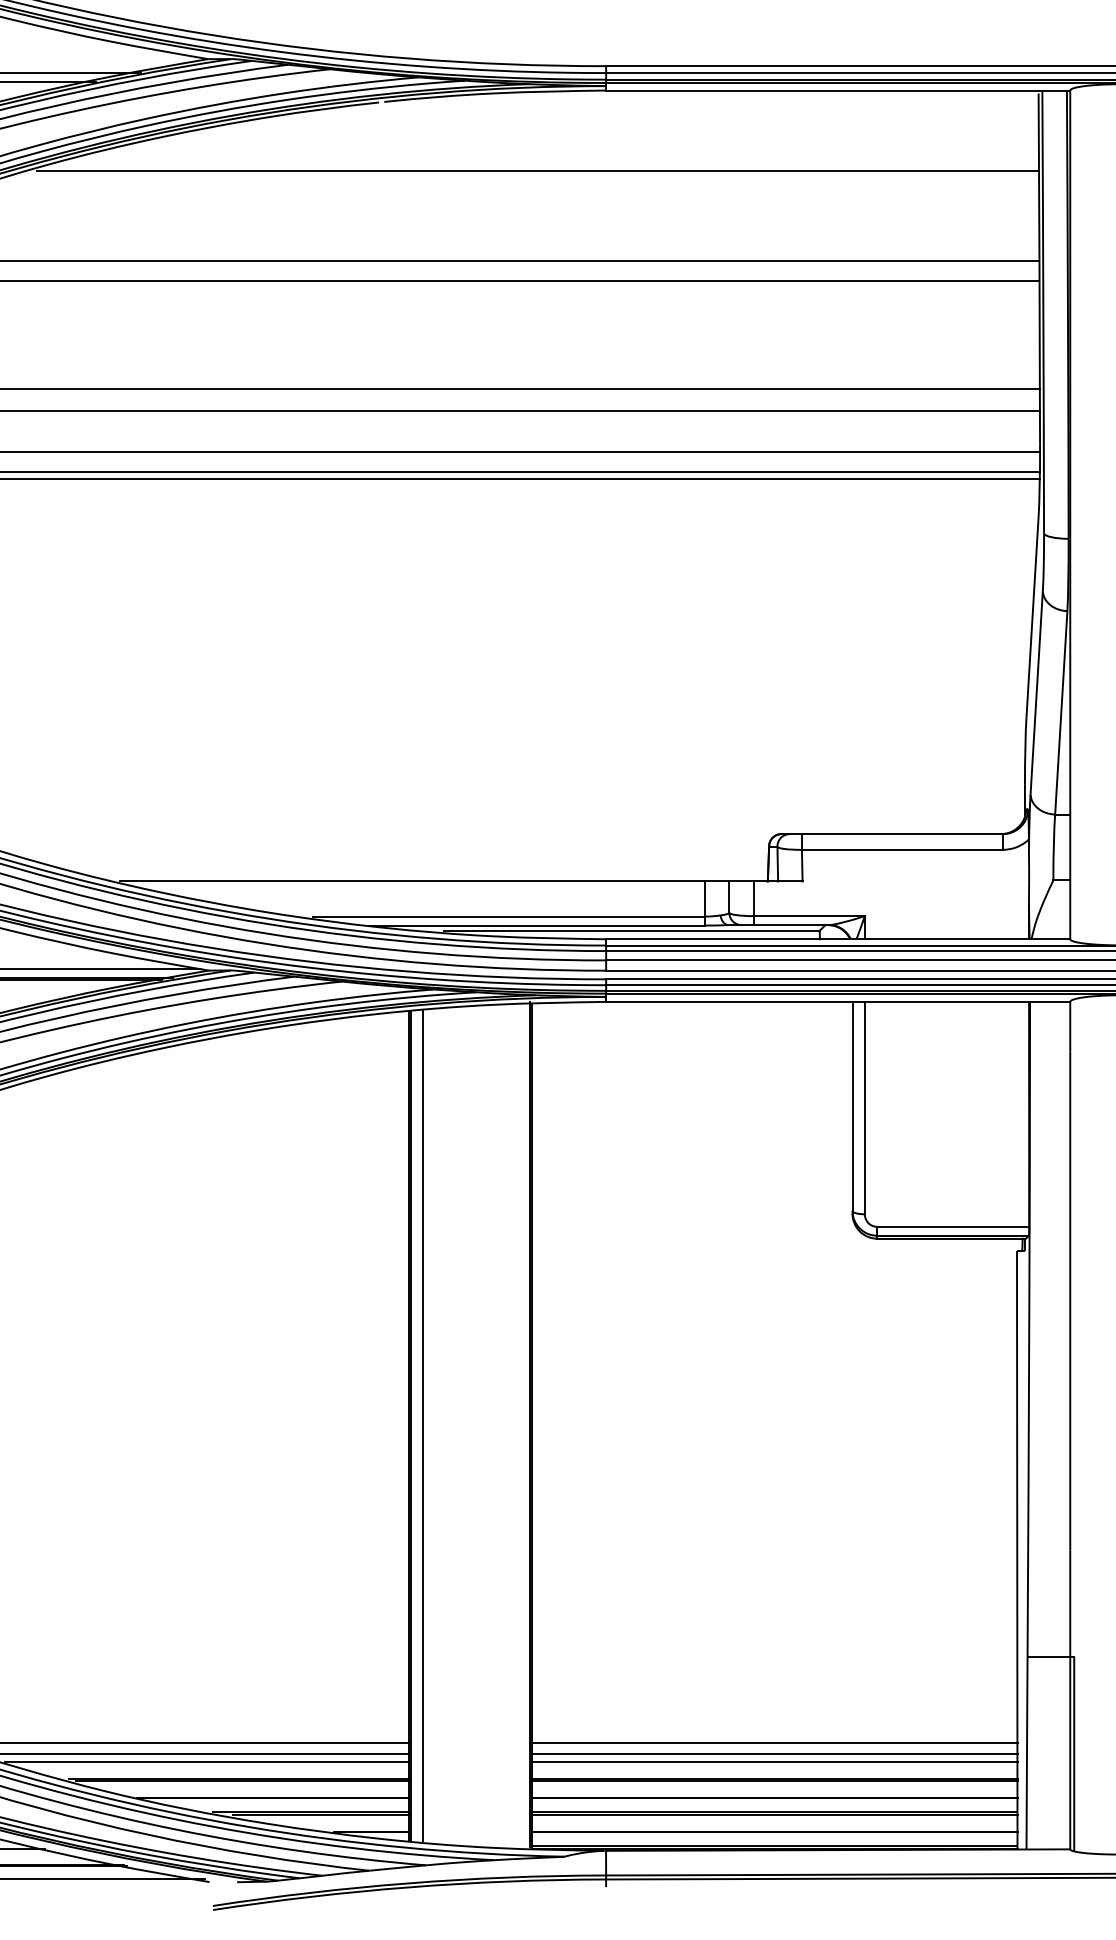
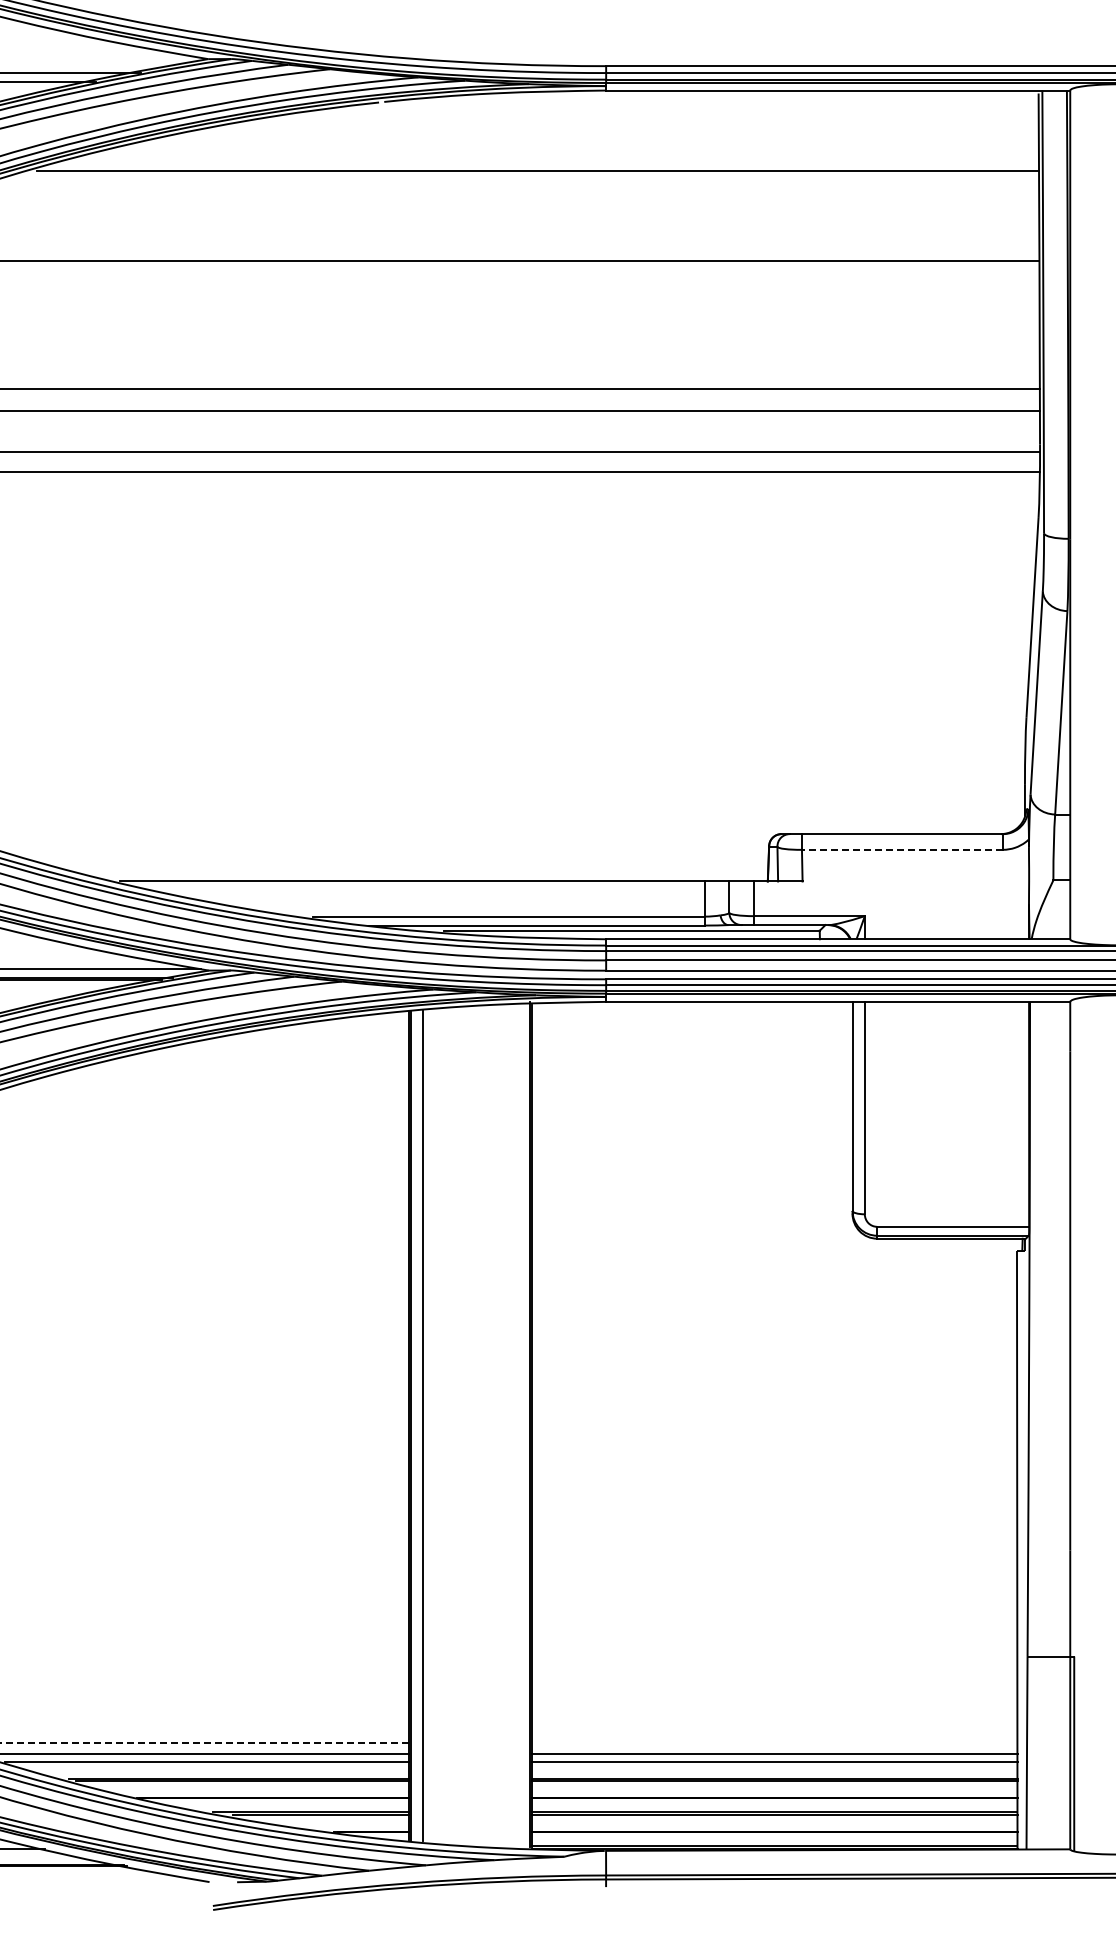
line at (520, 281): present -> none
line at (520, 479): present -> none
line at (902, 849): solid -> dashed
line at (204, 1743): solid -> dashed
line at (774, 1743): present -> none
line at (103, 1878): present -> none
